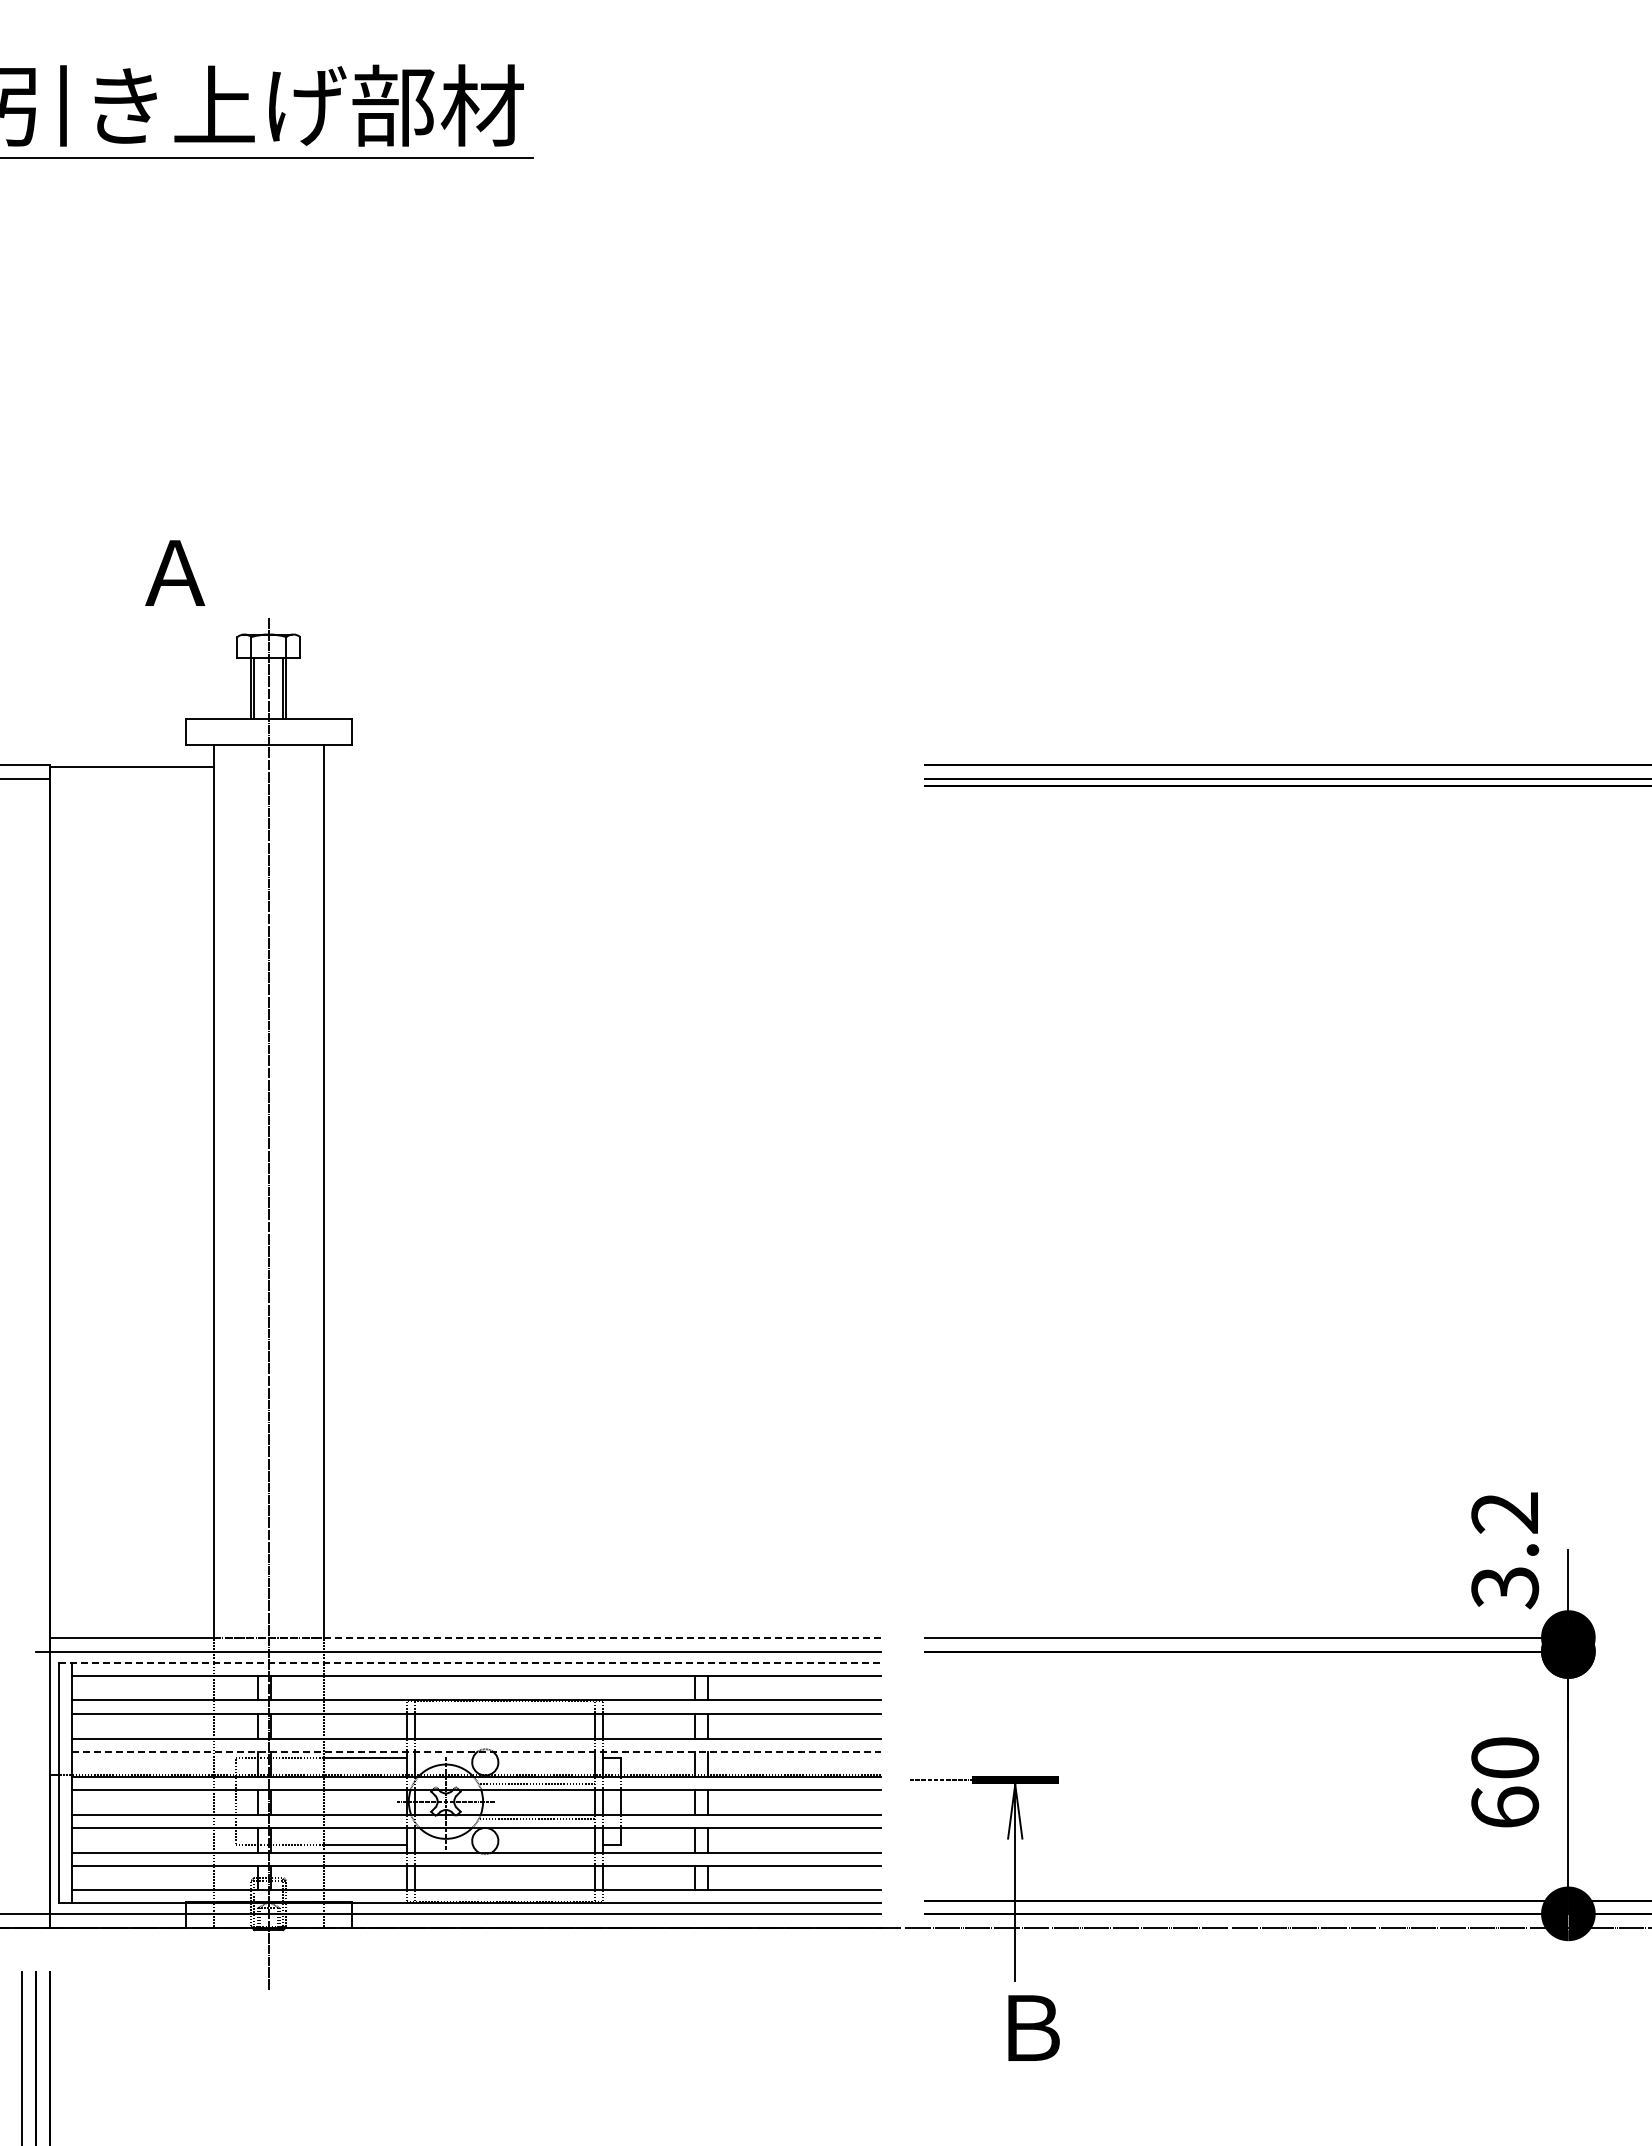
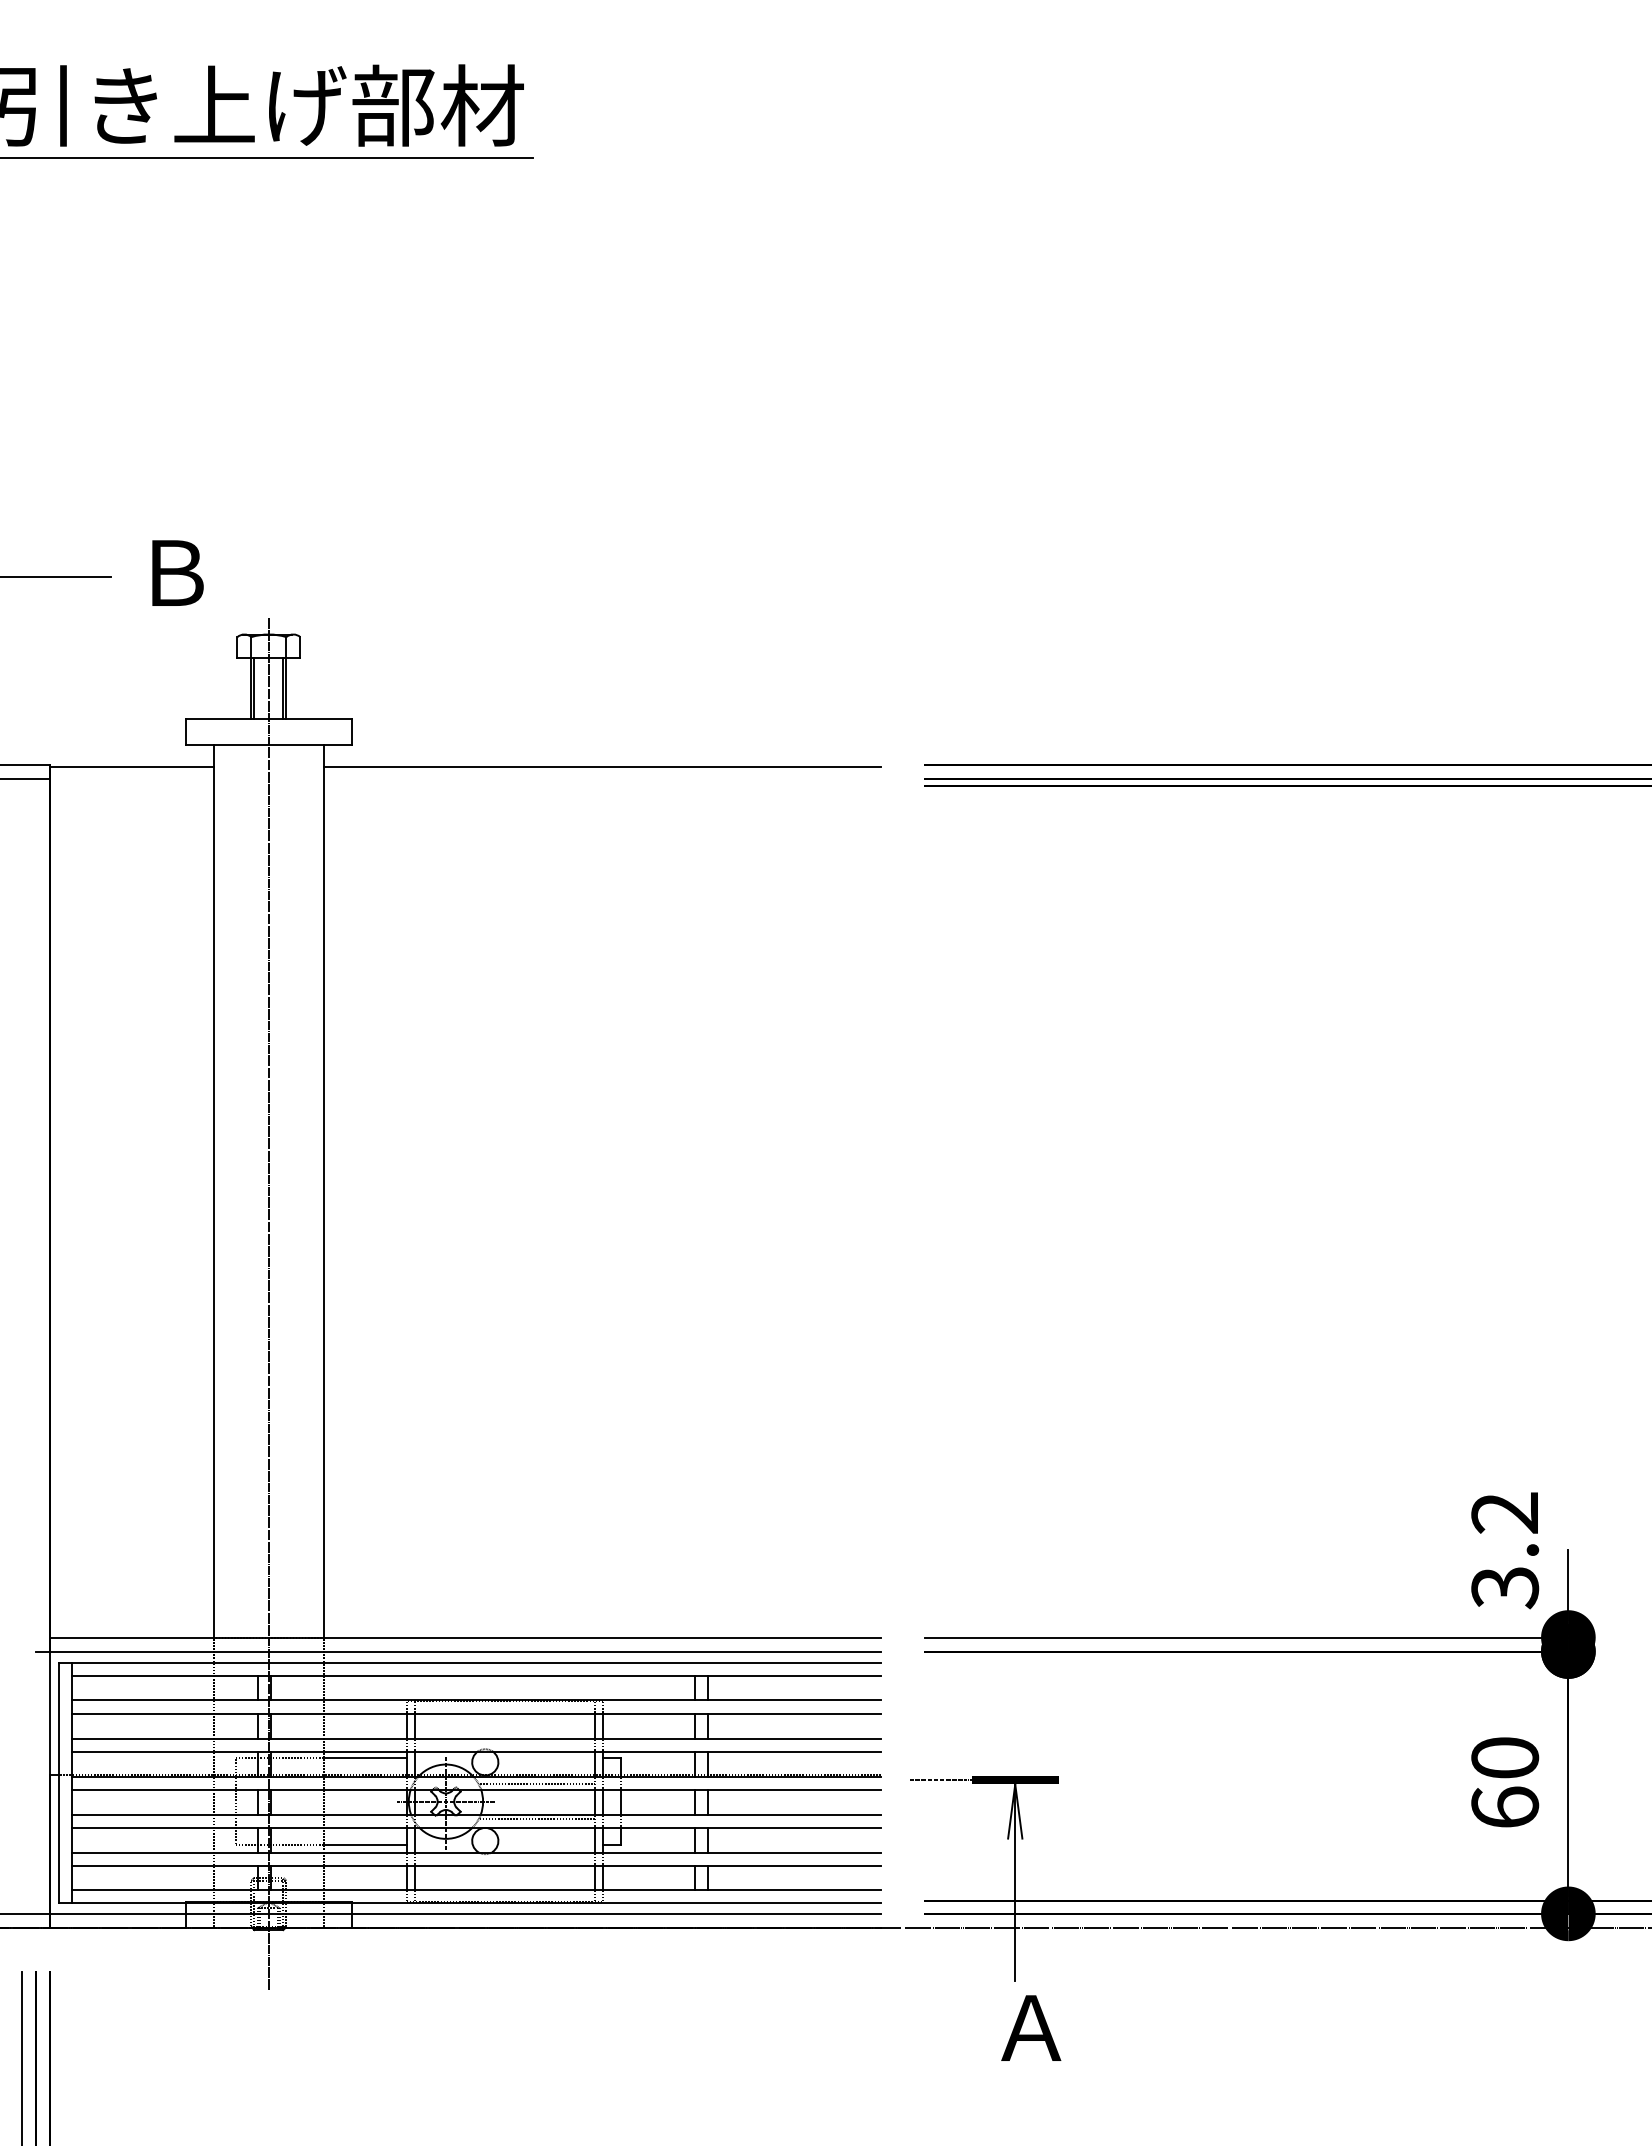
text at (175, 572): Ａ -> Ｂ
line at (56, 576): none -> present
line at (601, 767): none -> present
line at (547, 1637): dashed -> solid
line at (470, 1662): dashed -> solid
line at (477, 1751): dashed -> solid
text at (1031, 2027): Ｂ -> Ａ
